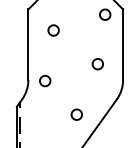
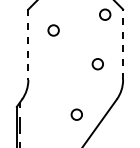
line at (123, 44): solid -> dashed
line at (28, 45): solid -> dashed
circle at (45, 80): present -> none
